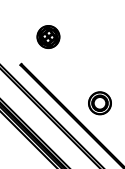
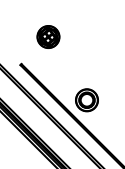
part at (99, 103) position: (99, 103) -> (86, 100)
